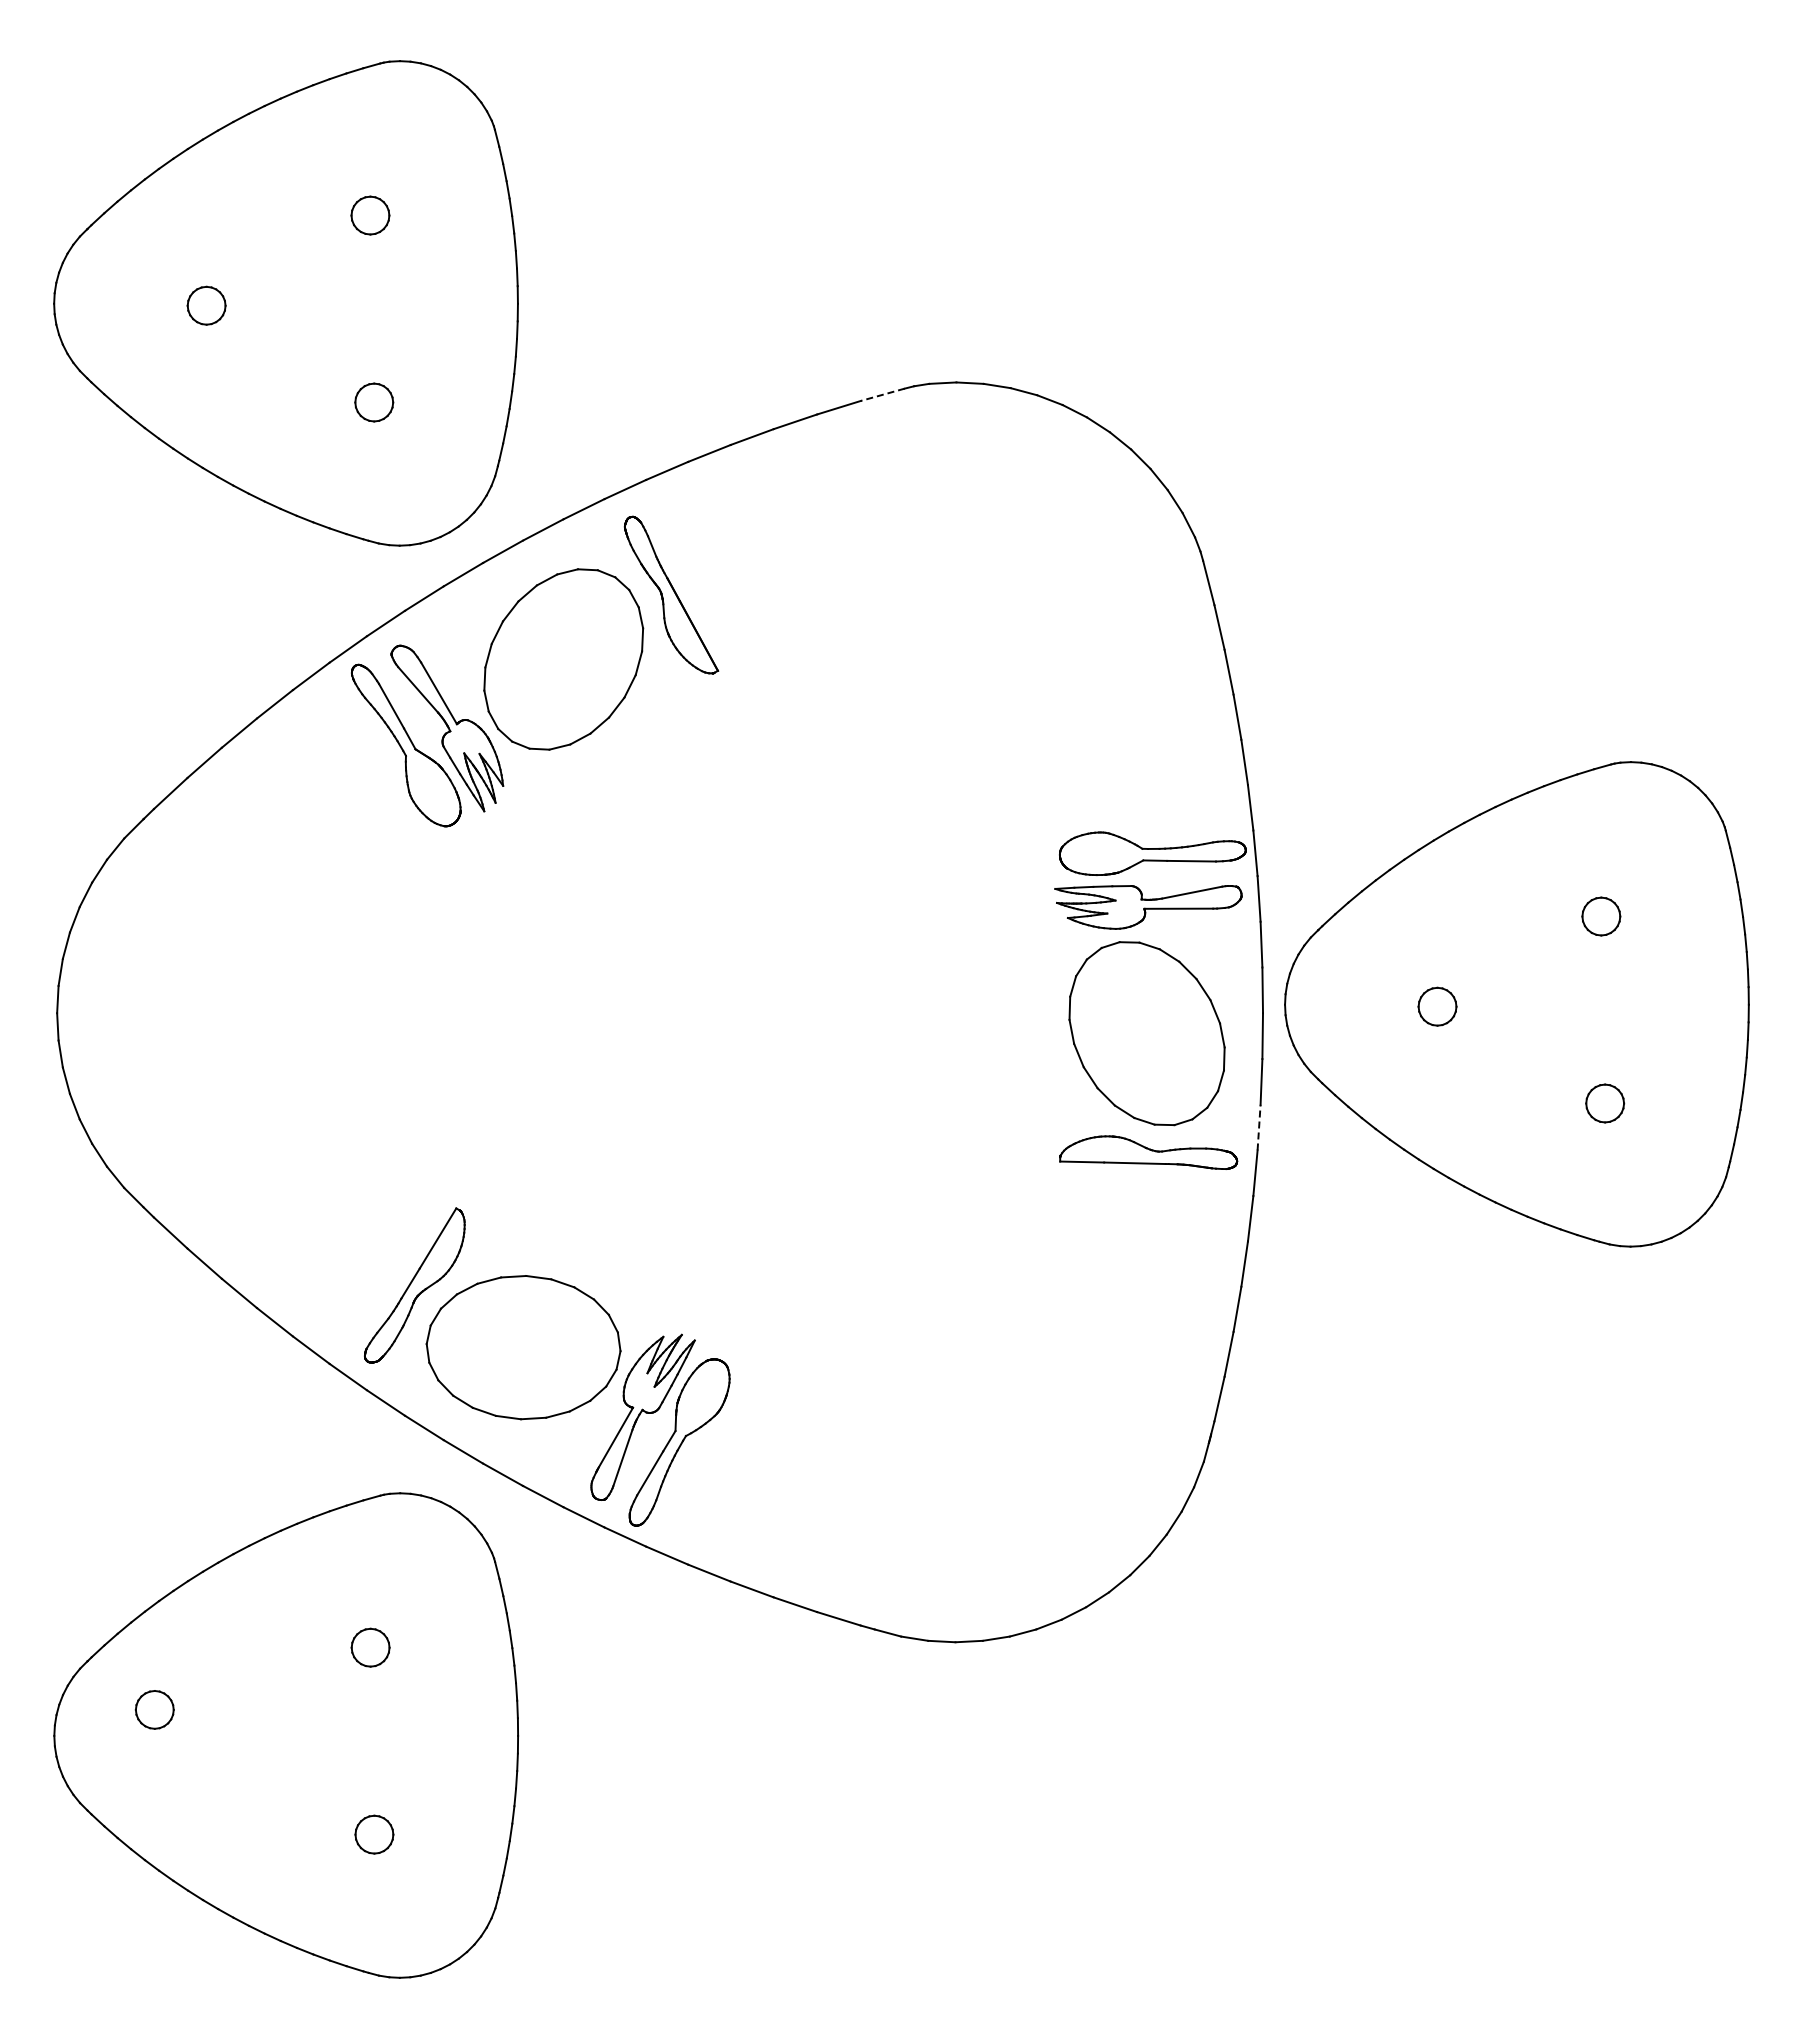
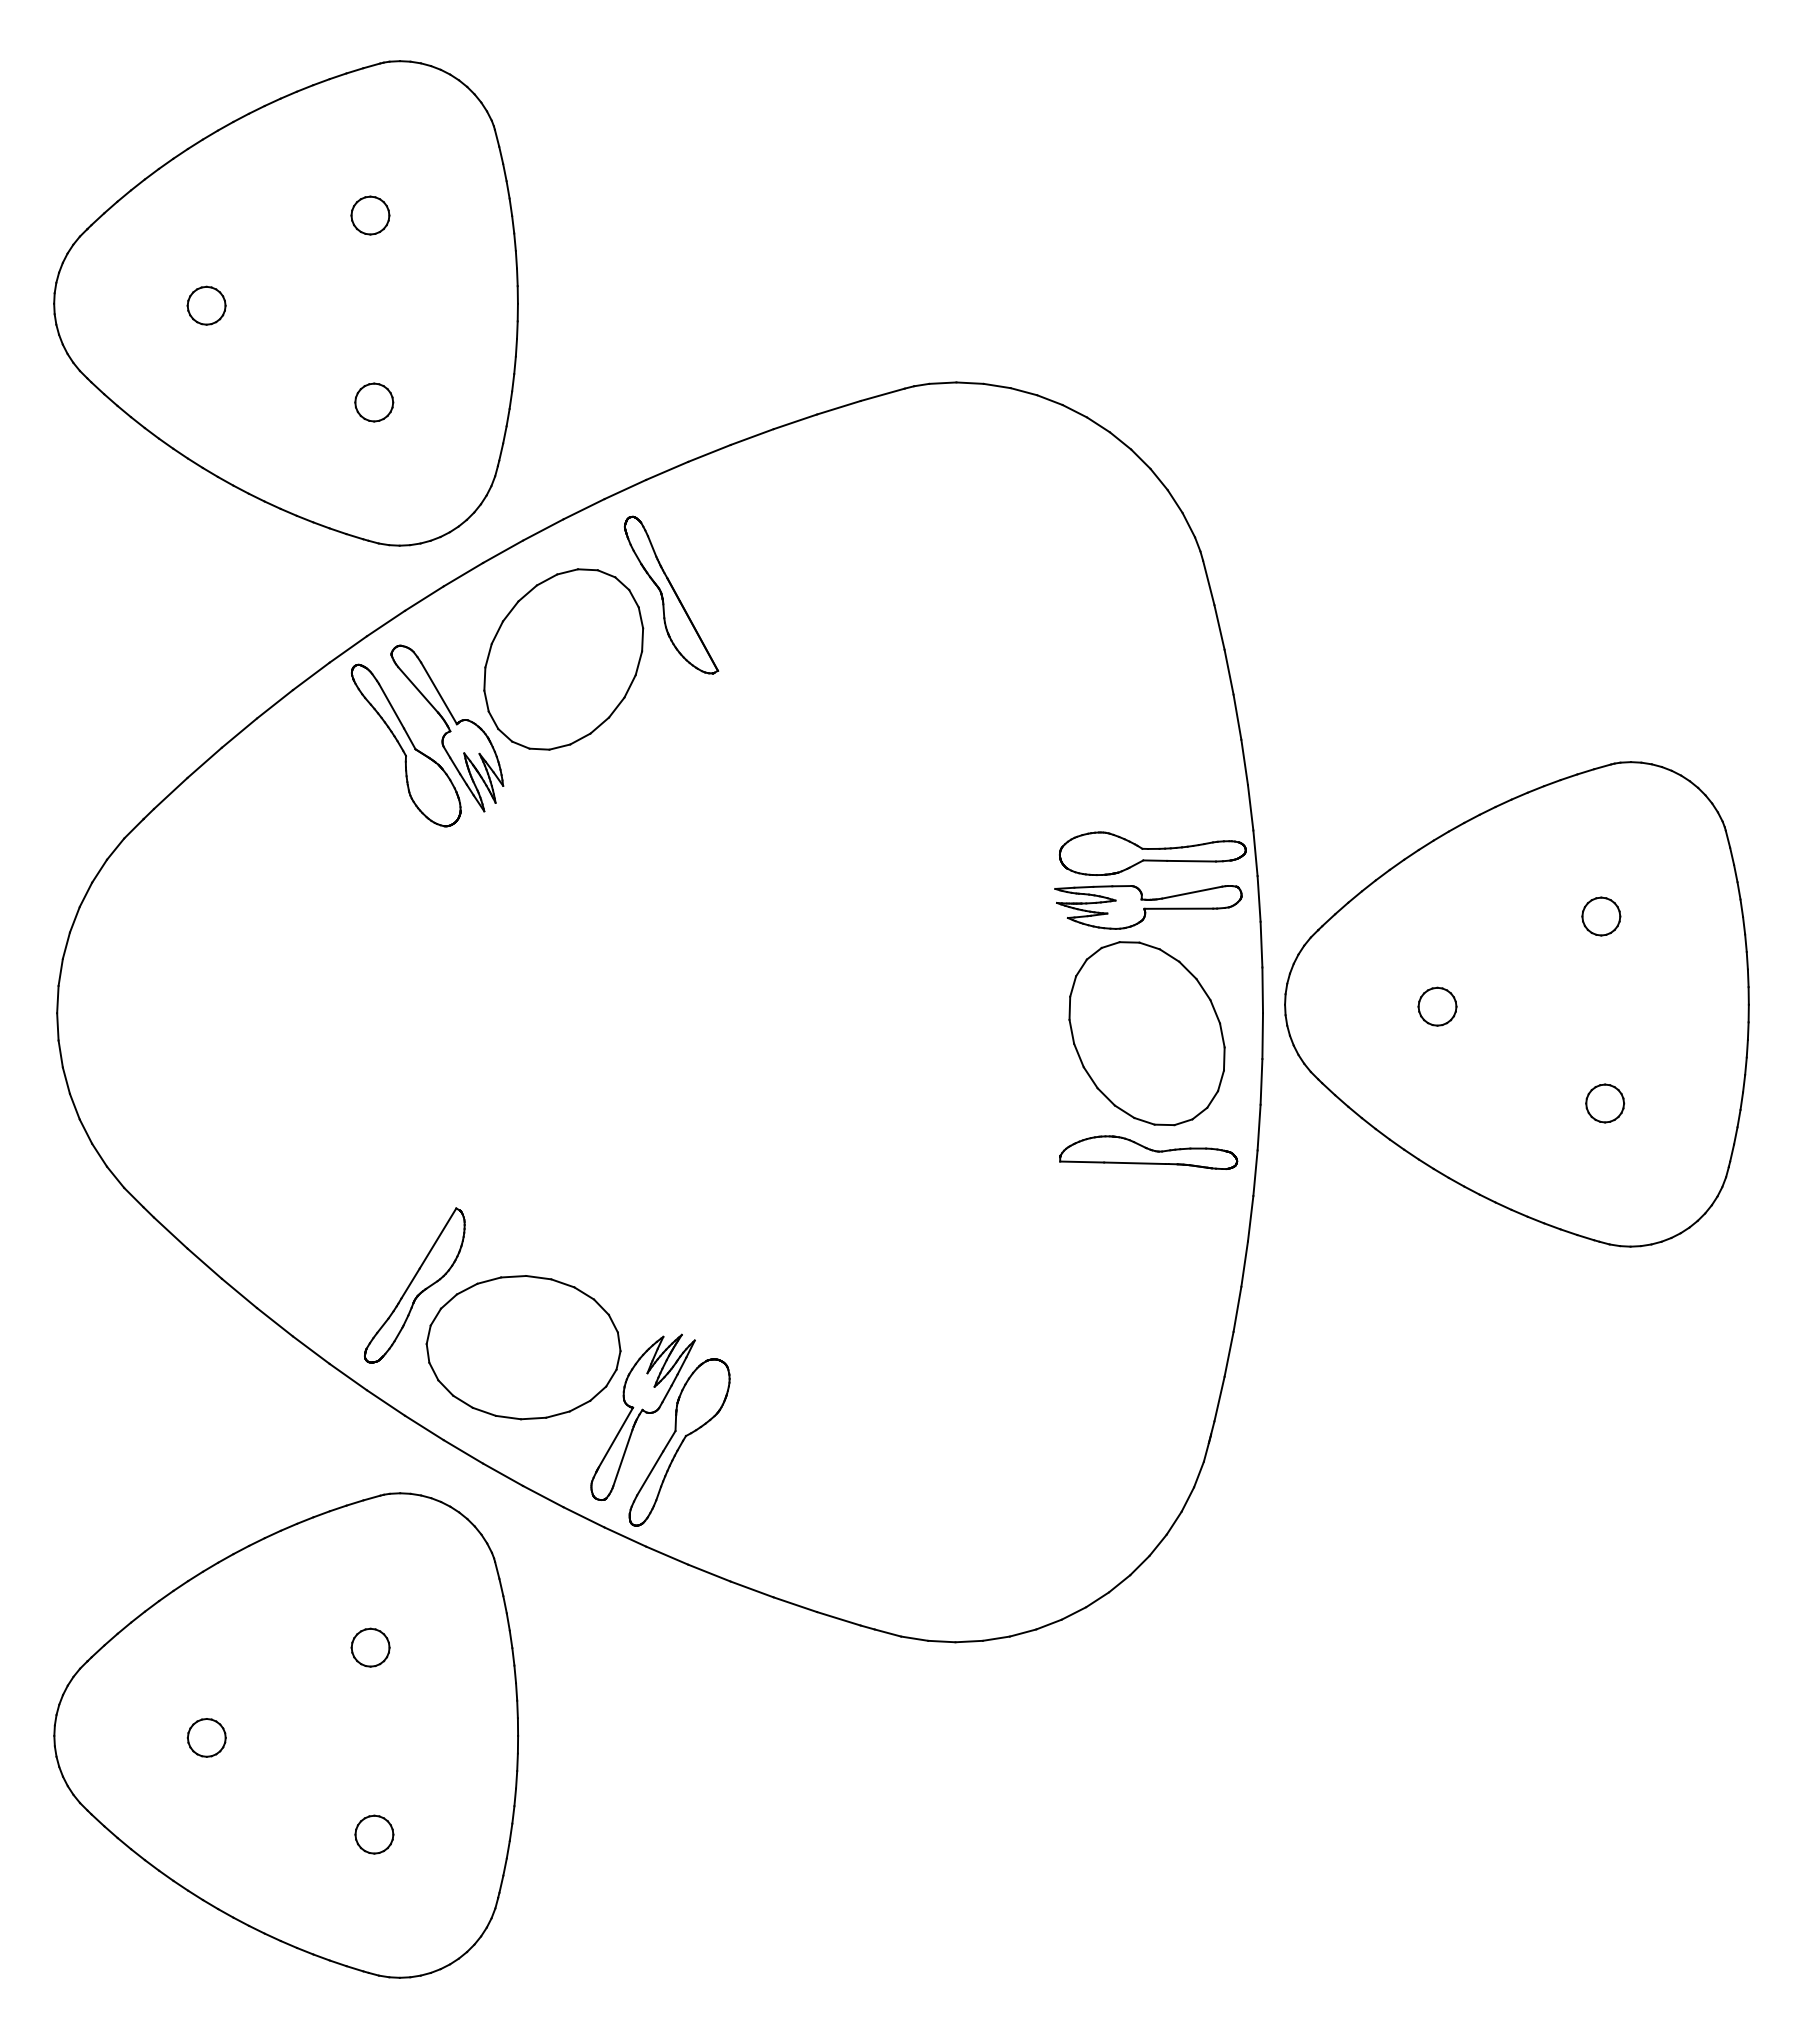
line at (882, 394): dashed -> solid
line at (1259, 1127): dashed -> solid
part at (154, 1709) position: (154, 1709) -> (206, 1737)
